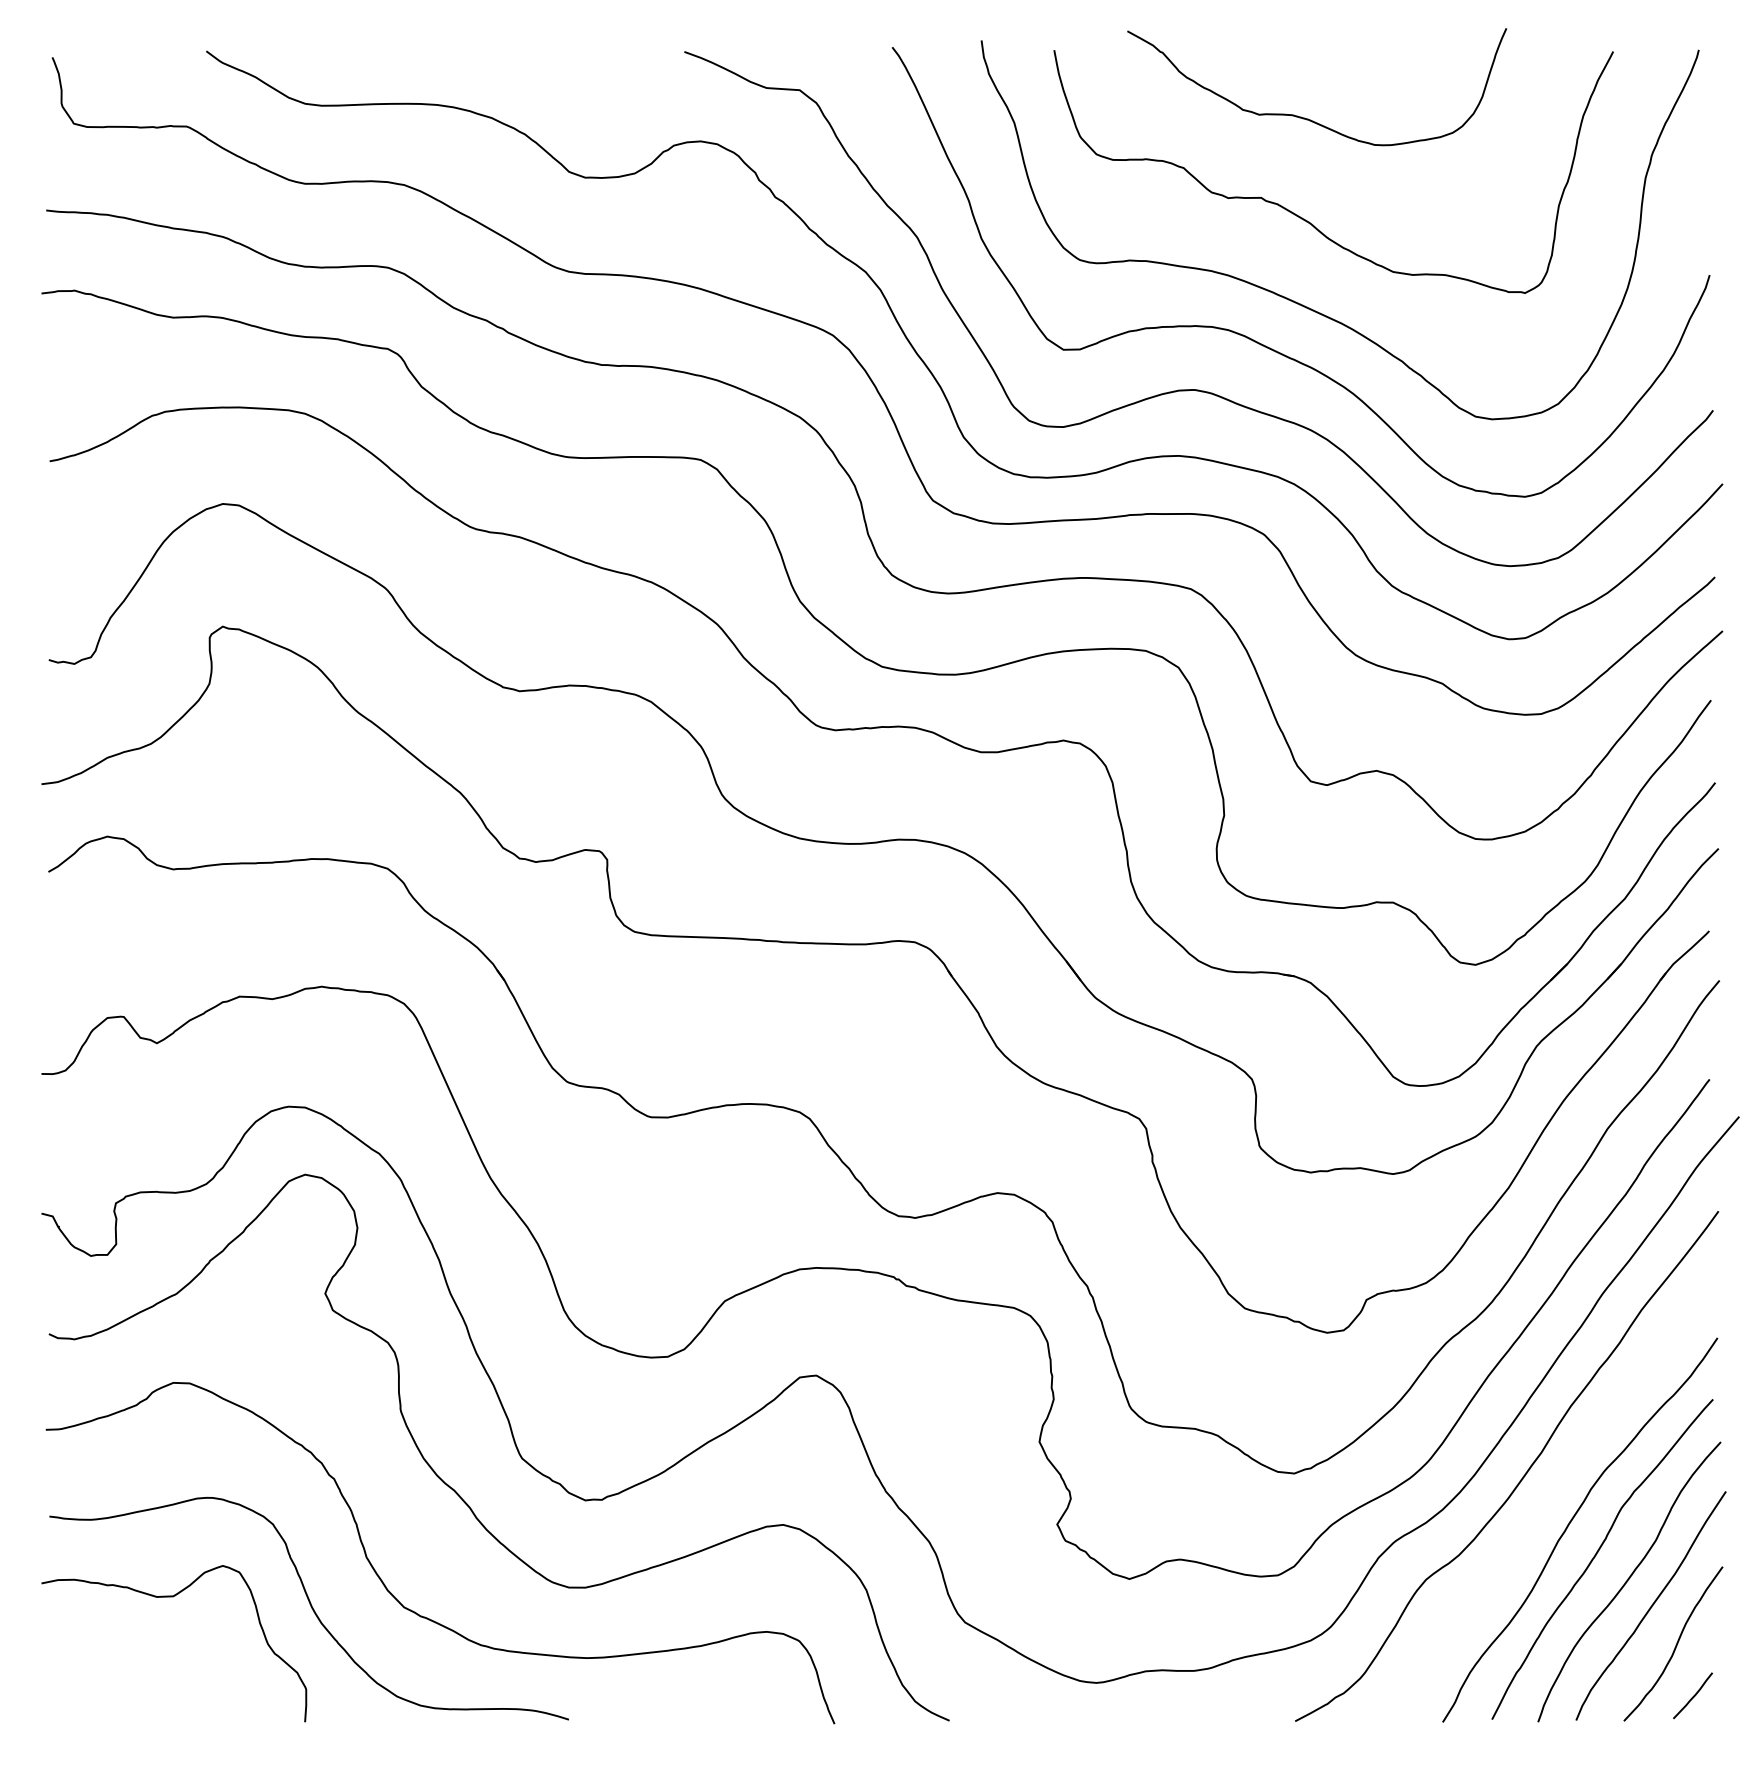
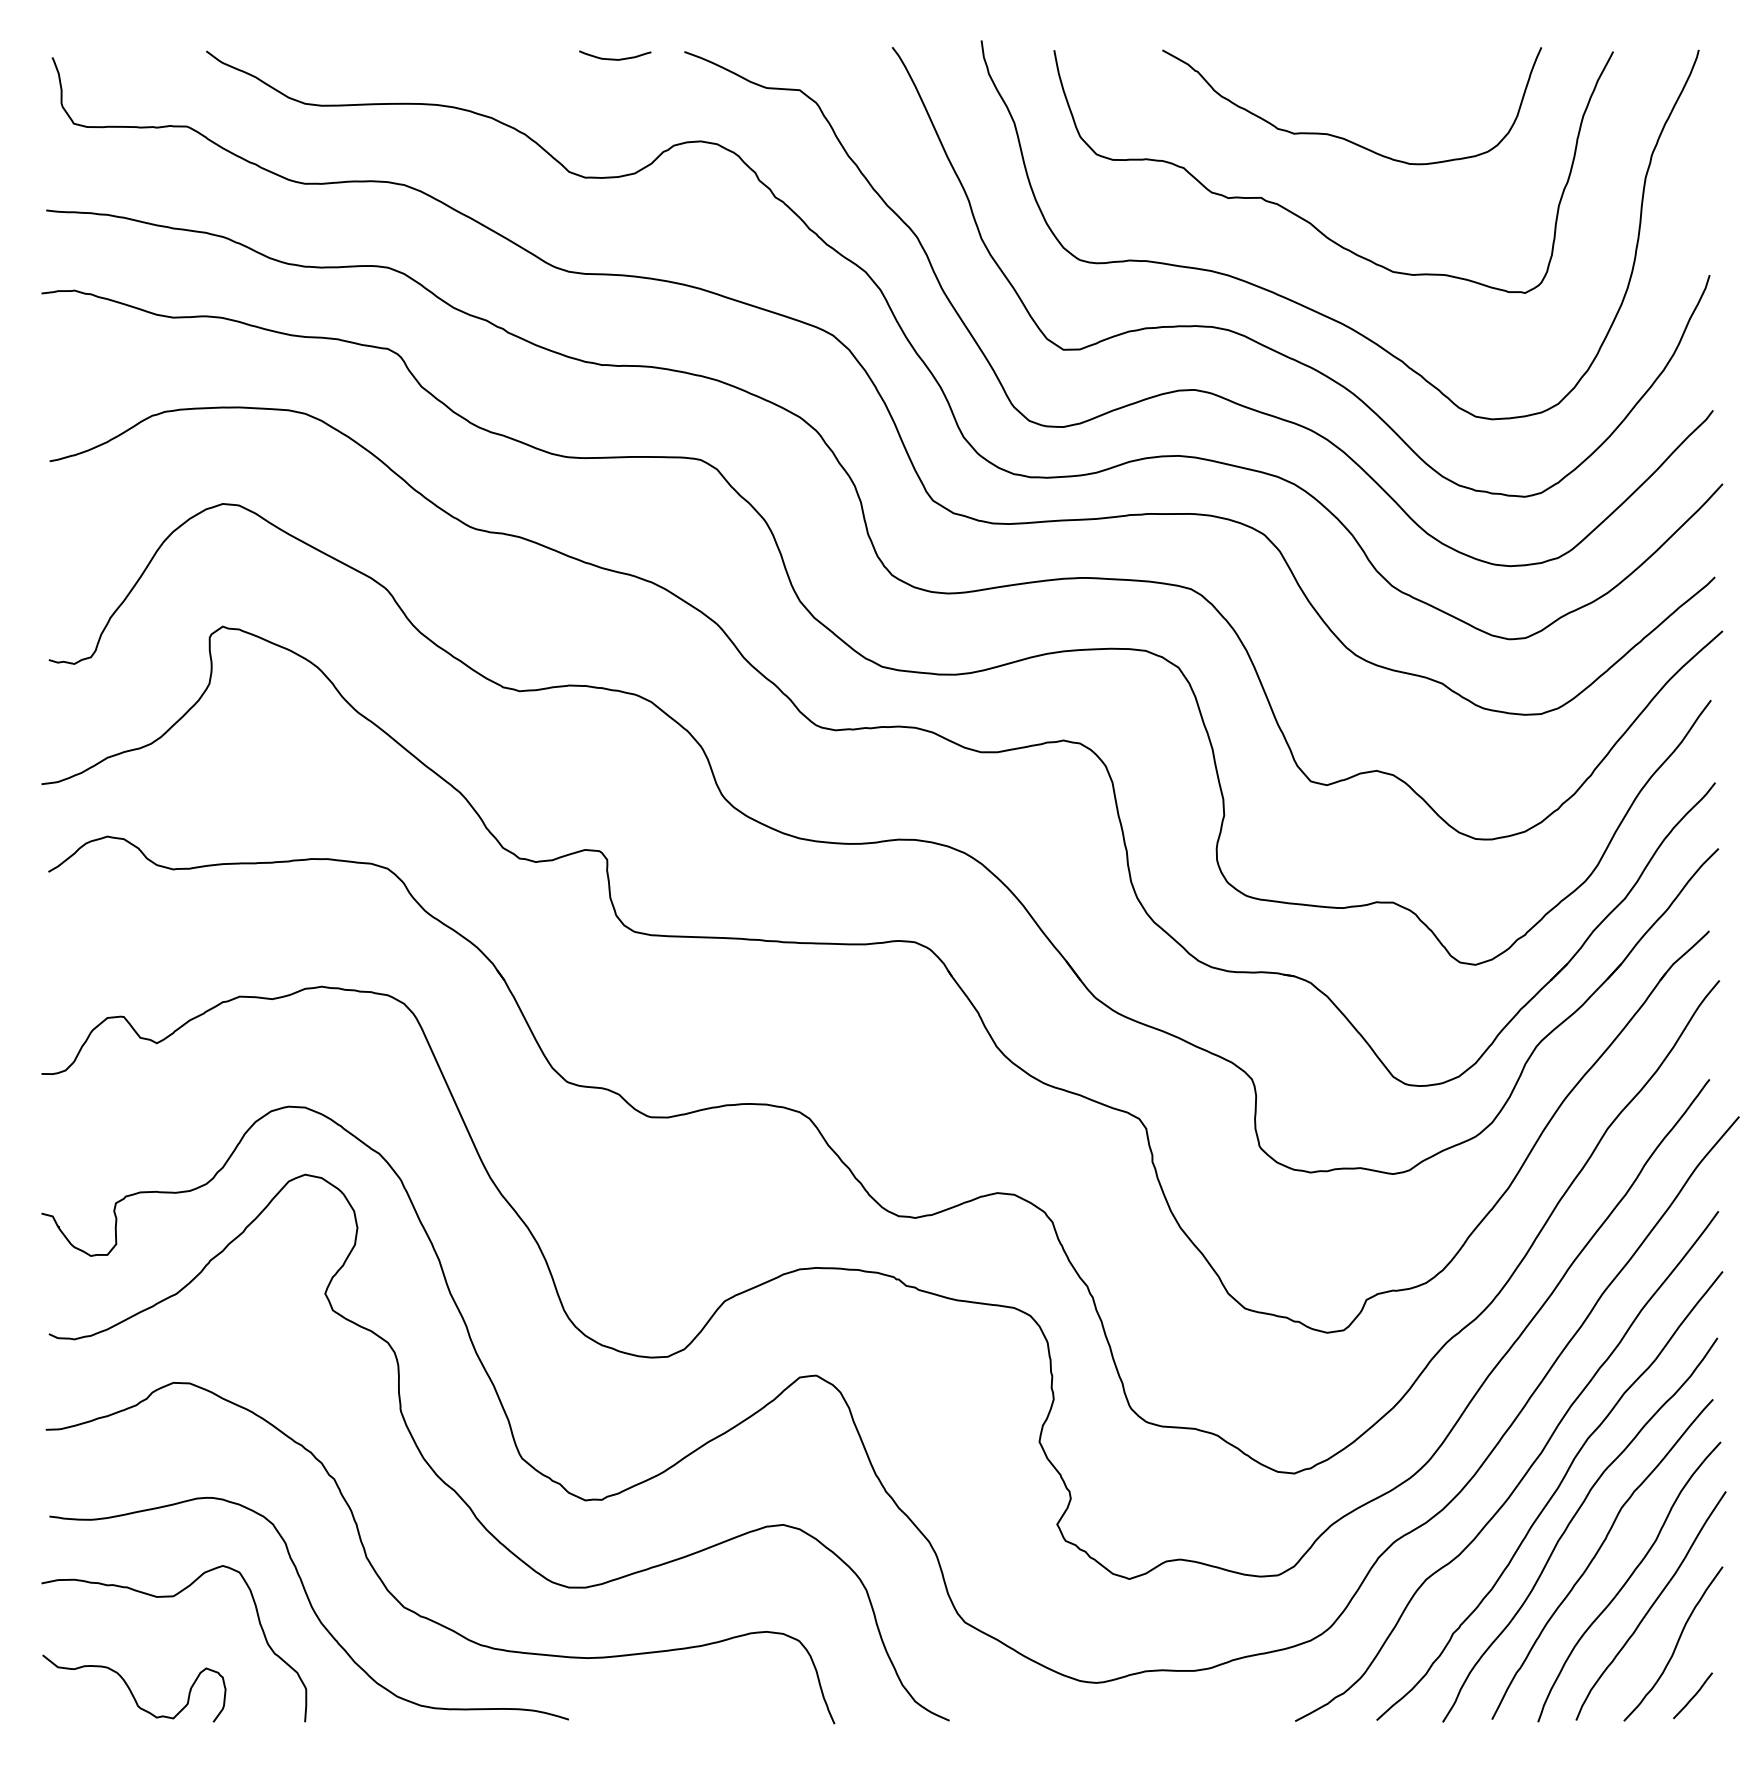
curve at (615, 58): none -> present
curve at (1308, 118) position: (1308, 118) -> (1343, 137)
curve at (1551, 1495): none -> present
curve at (131, 1690): none -> present
